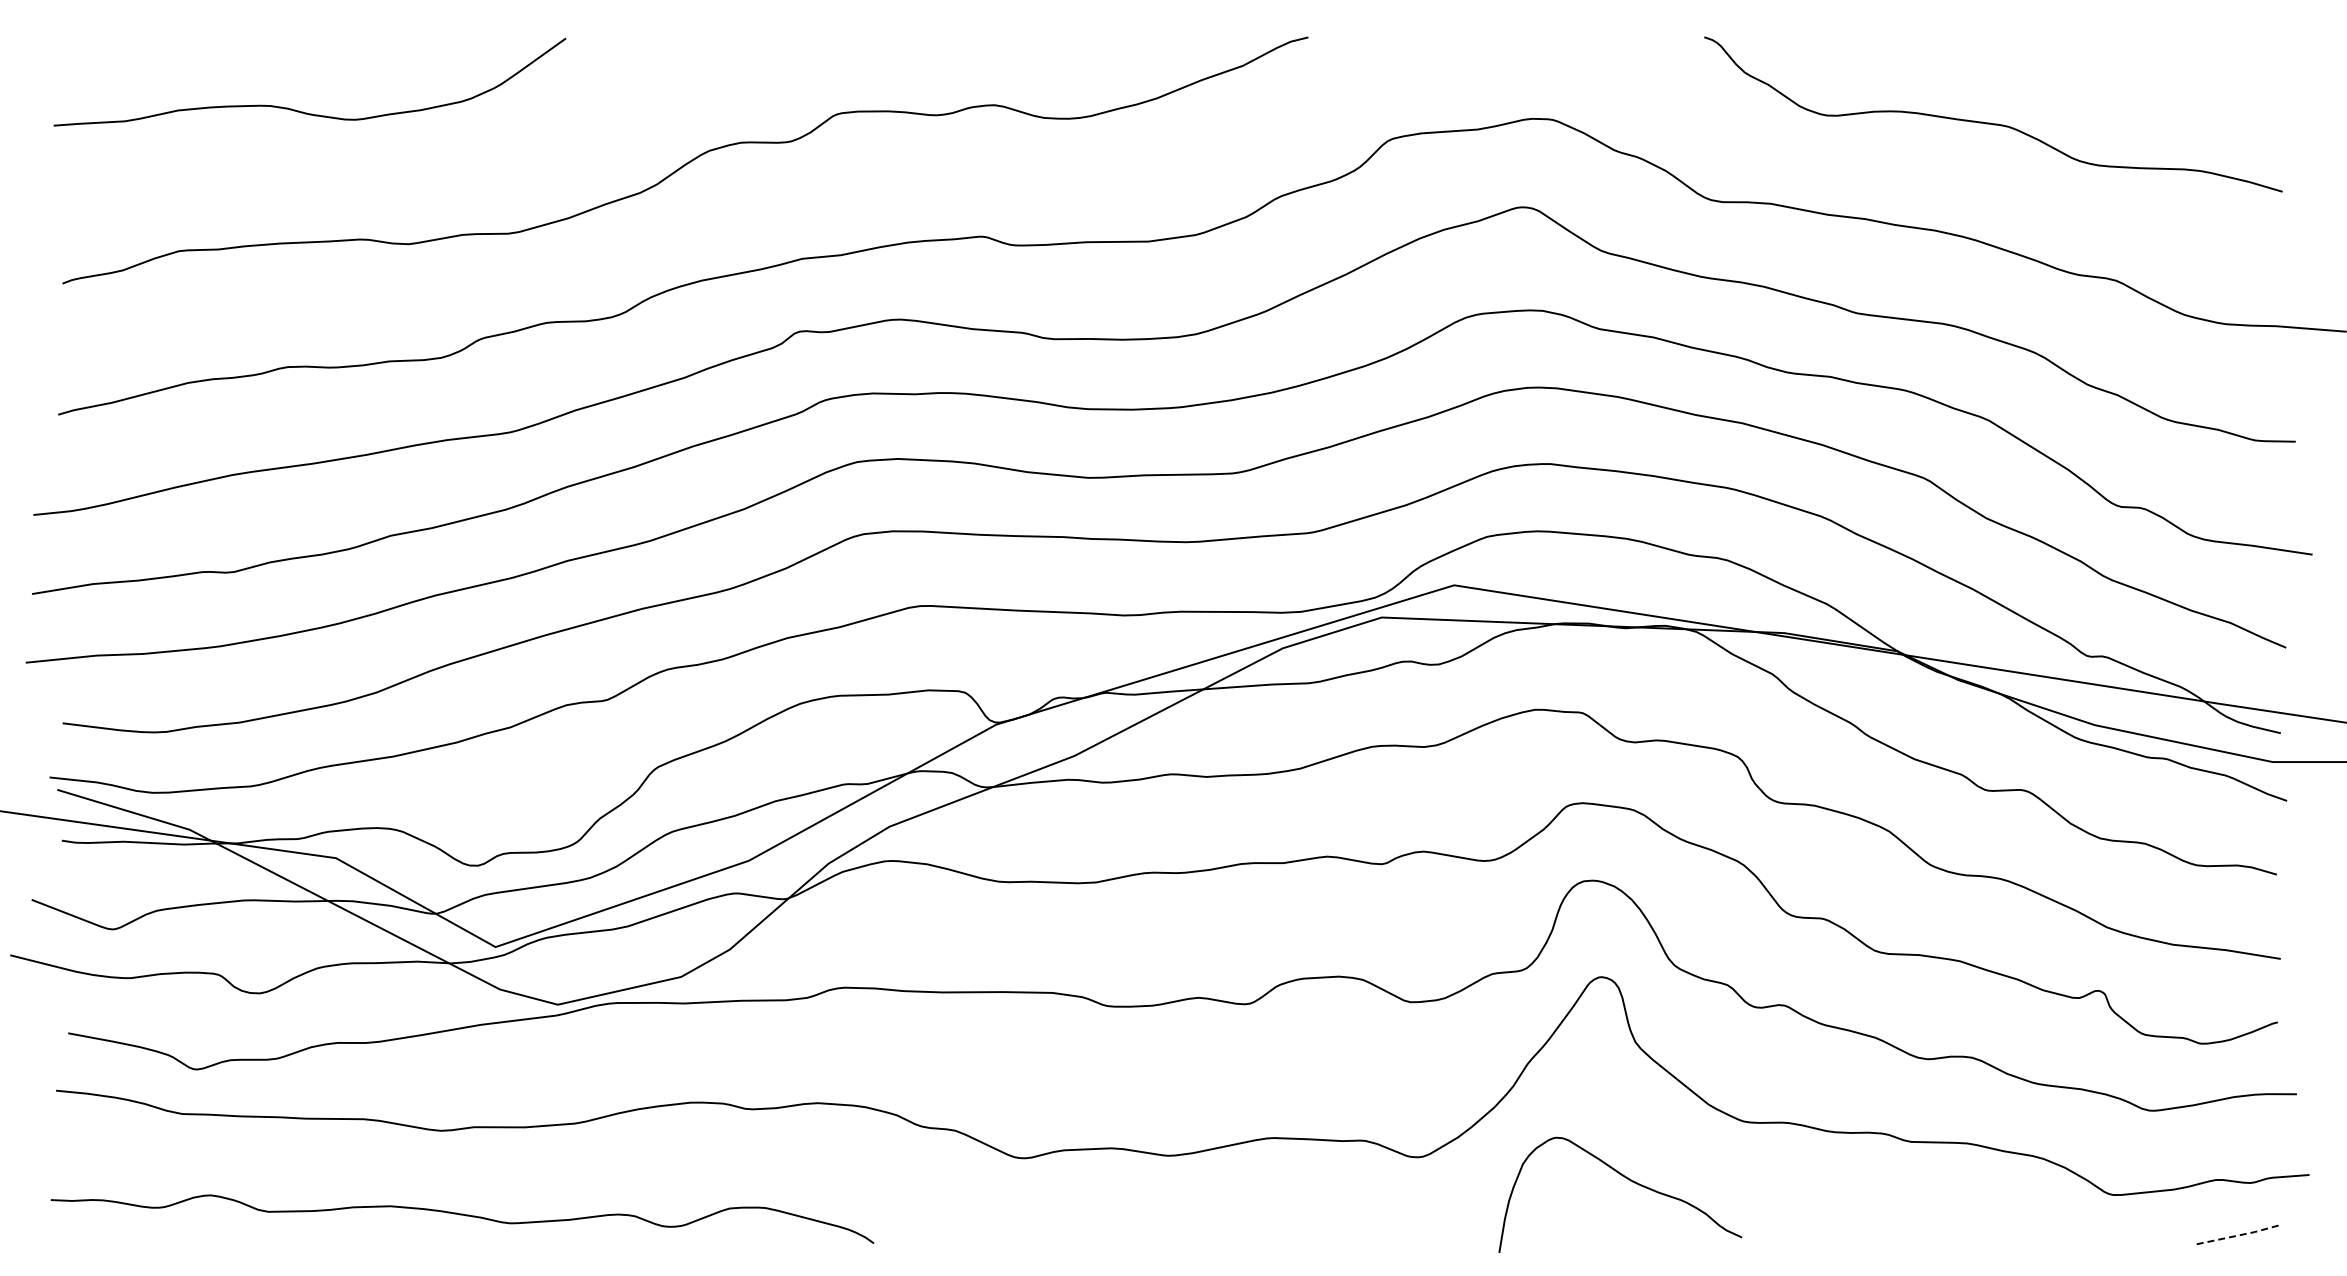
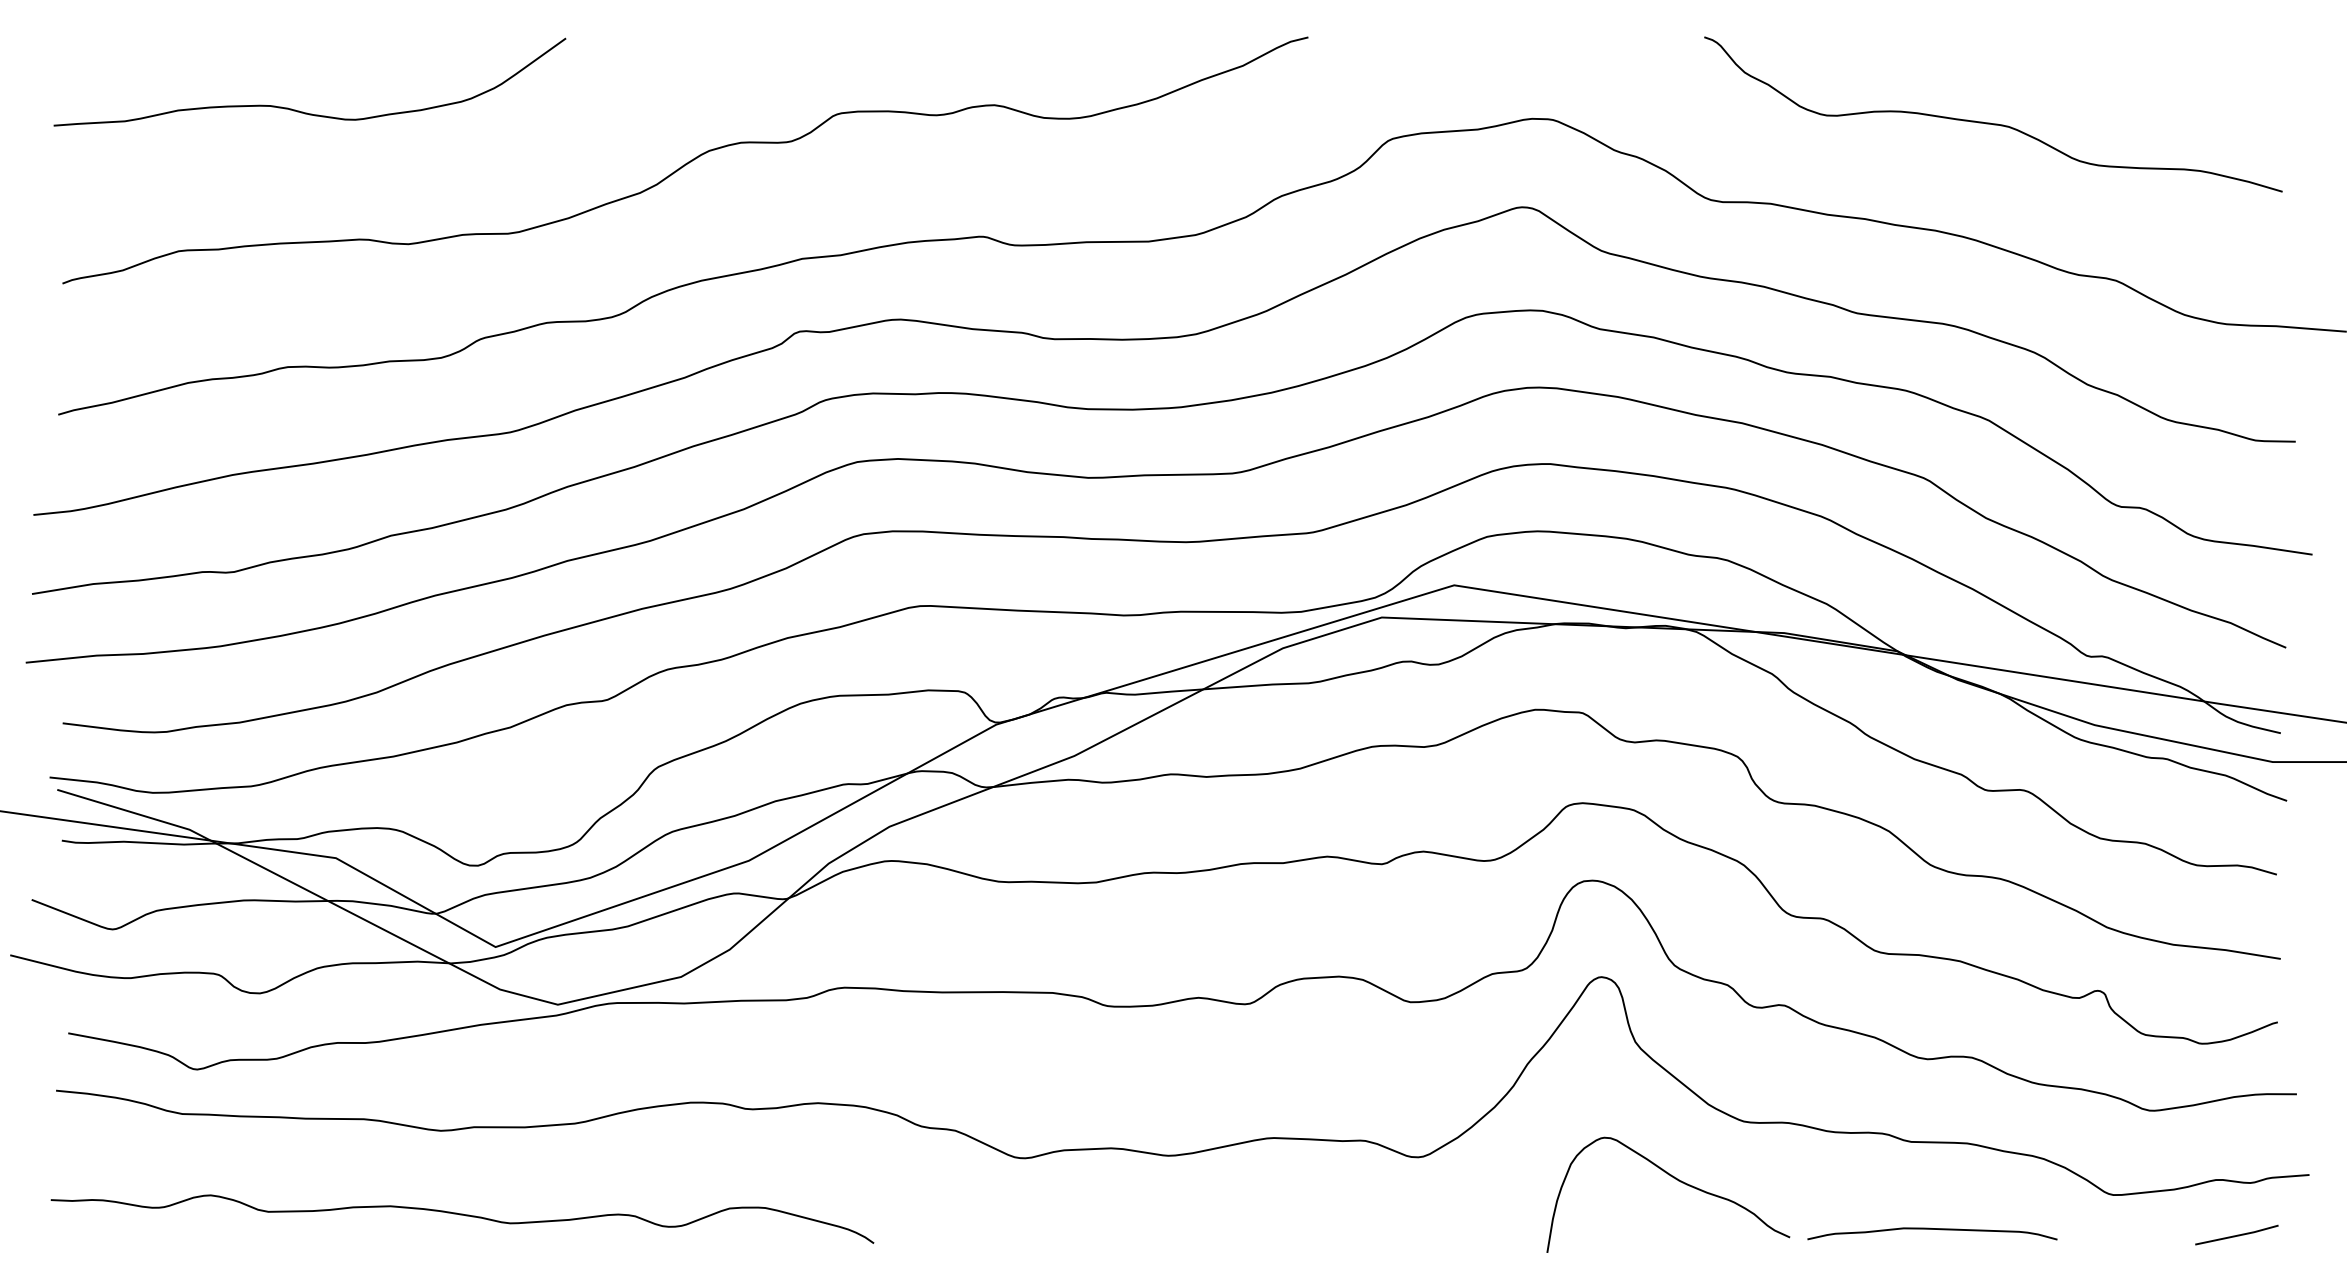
curve at (1630, 1181) position: (1630, 1181) -> (1678, 1181)
curve at (1932, 1229): none -> present
line at (2237, 1235): dashed -> solid
